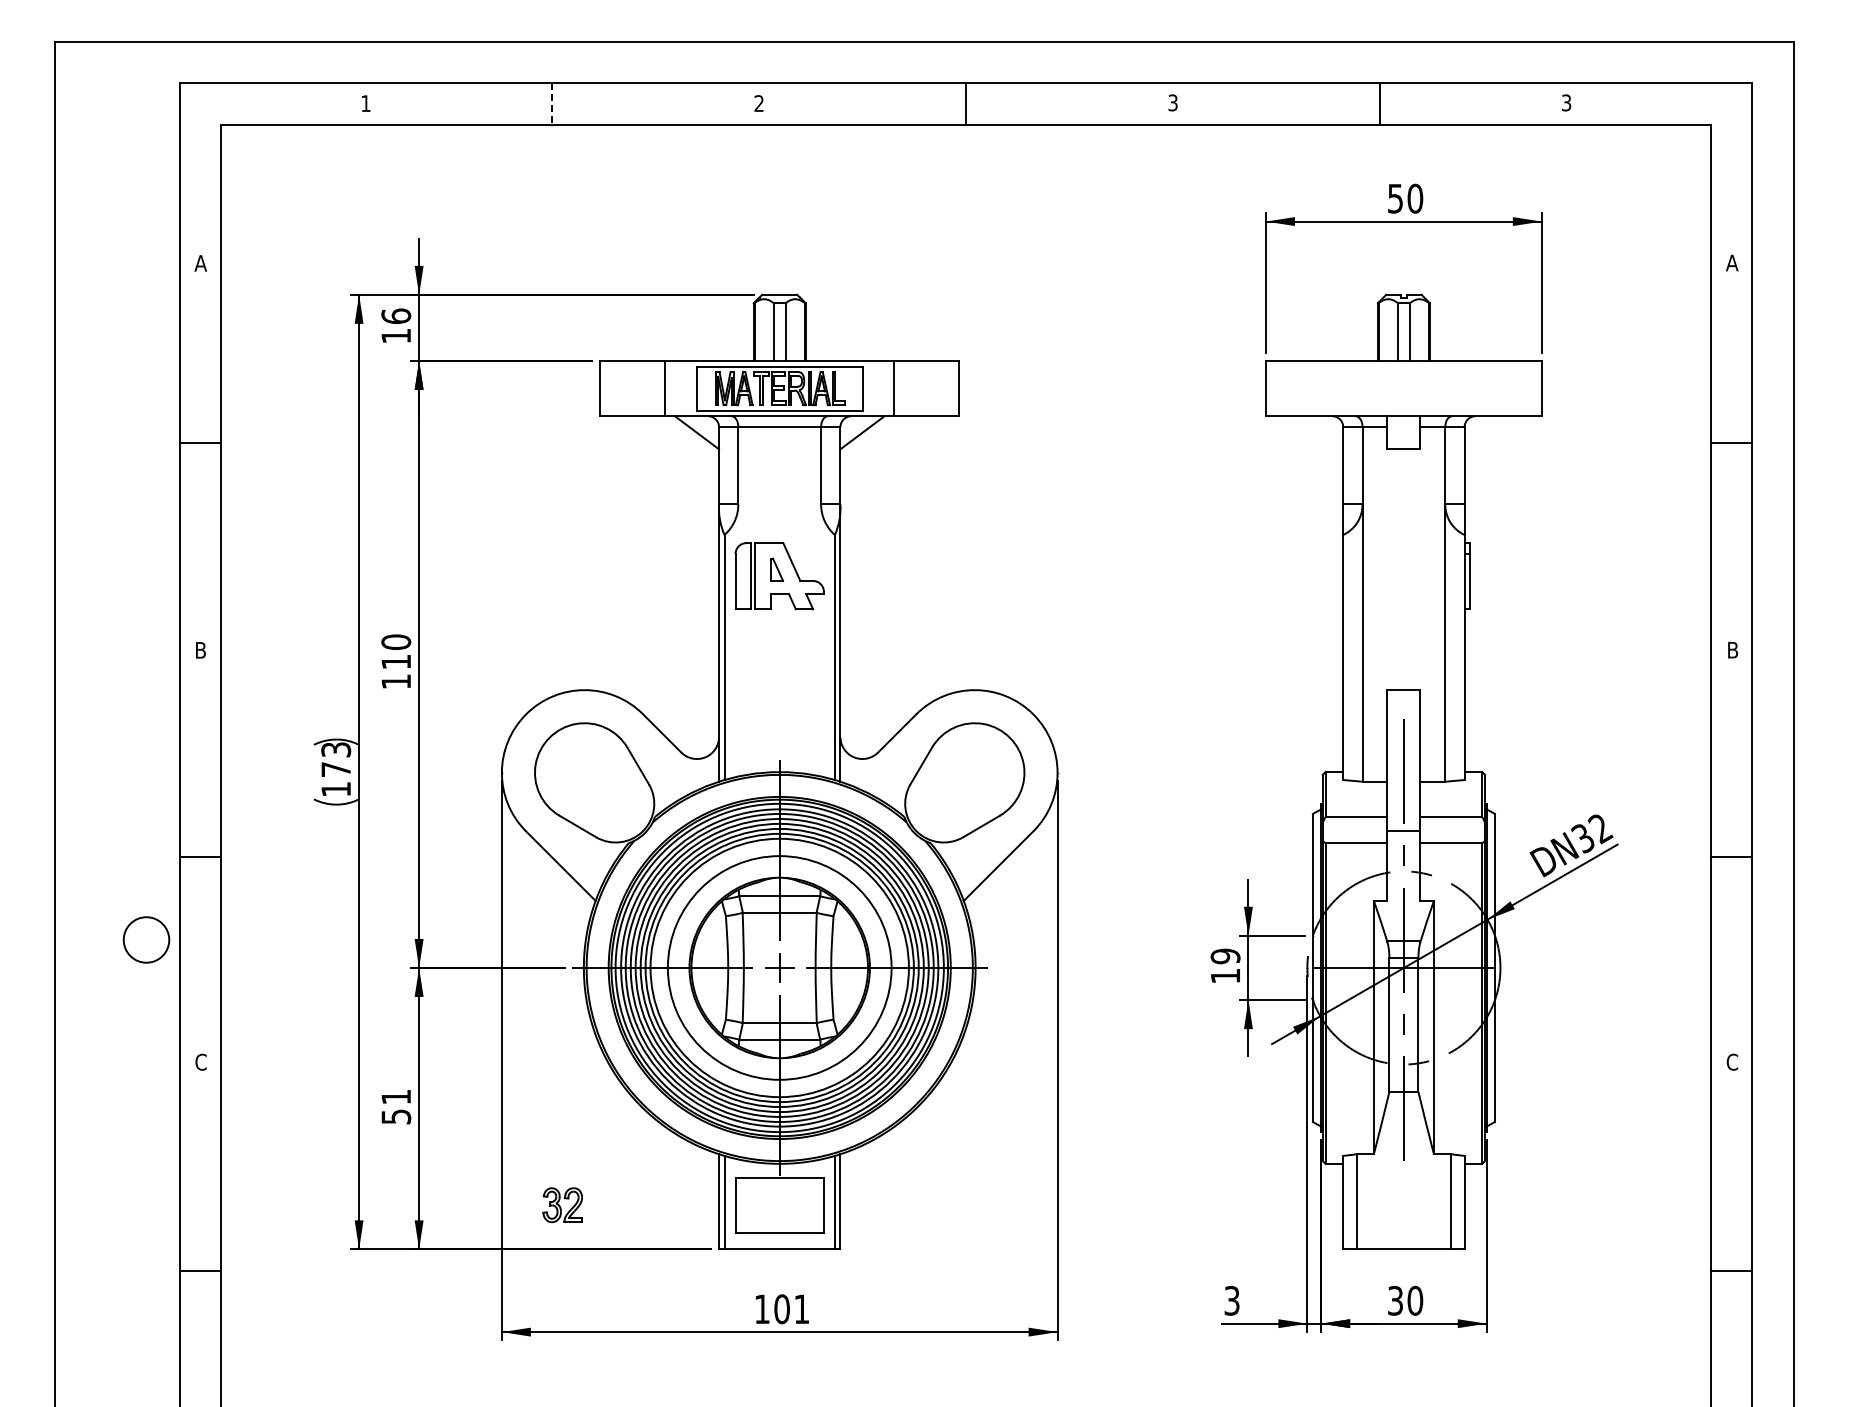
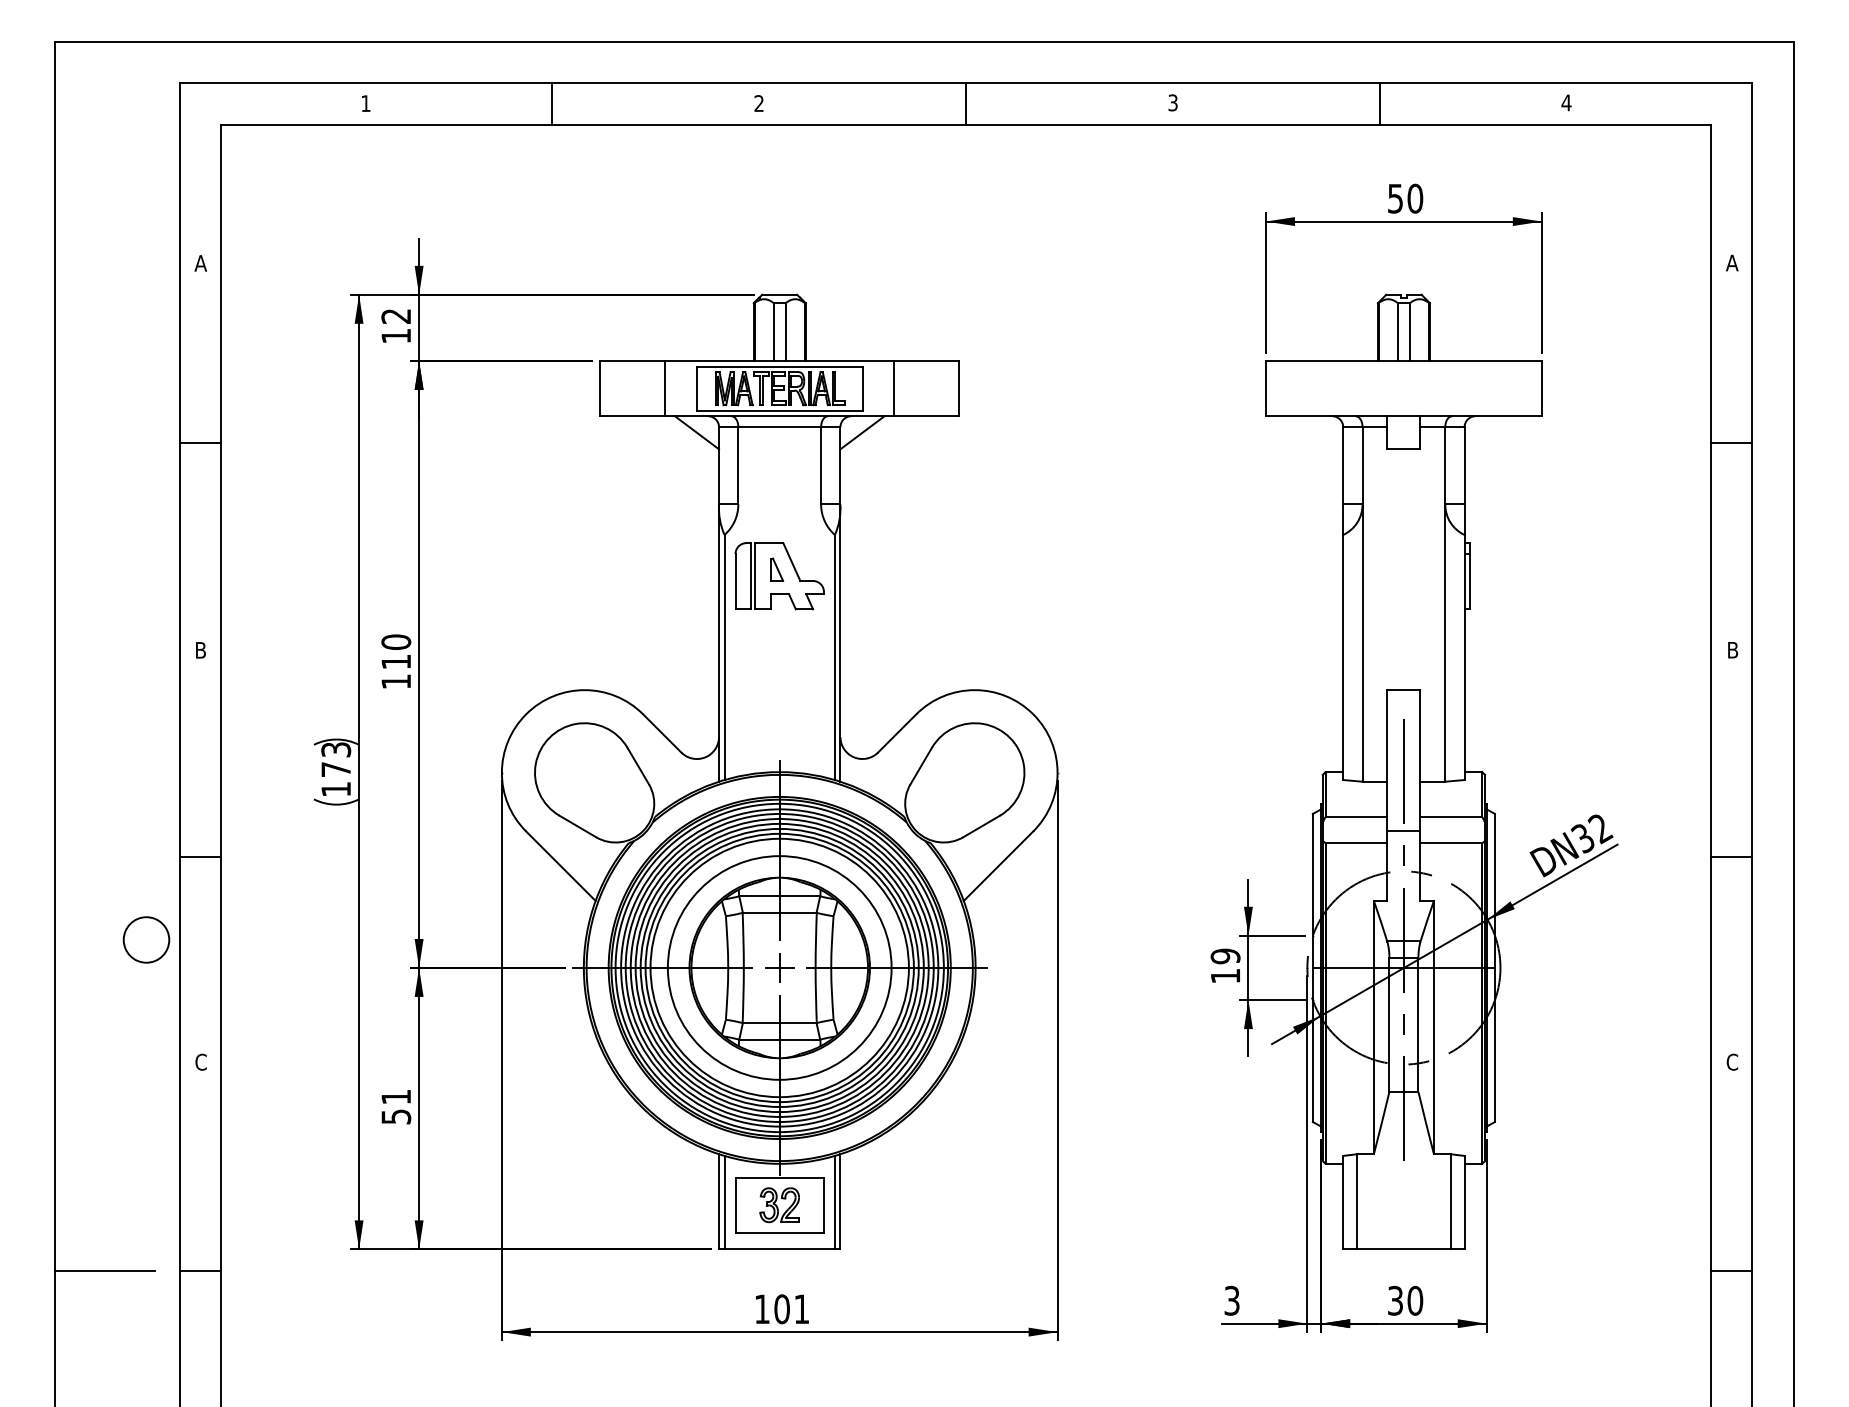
text at (1566, 102): 3 -> 4
line at (552, 104): dashed -> solid
text at (396, 315): 16 -> 12
part at (562, 1205) position: (562, 1205) -> (779, 1205)
line at (104, 1271): none -> present
